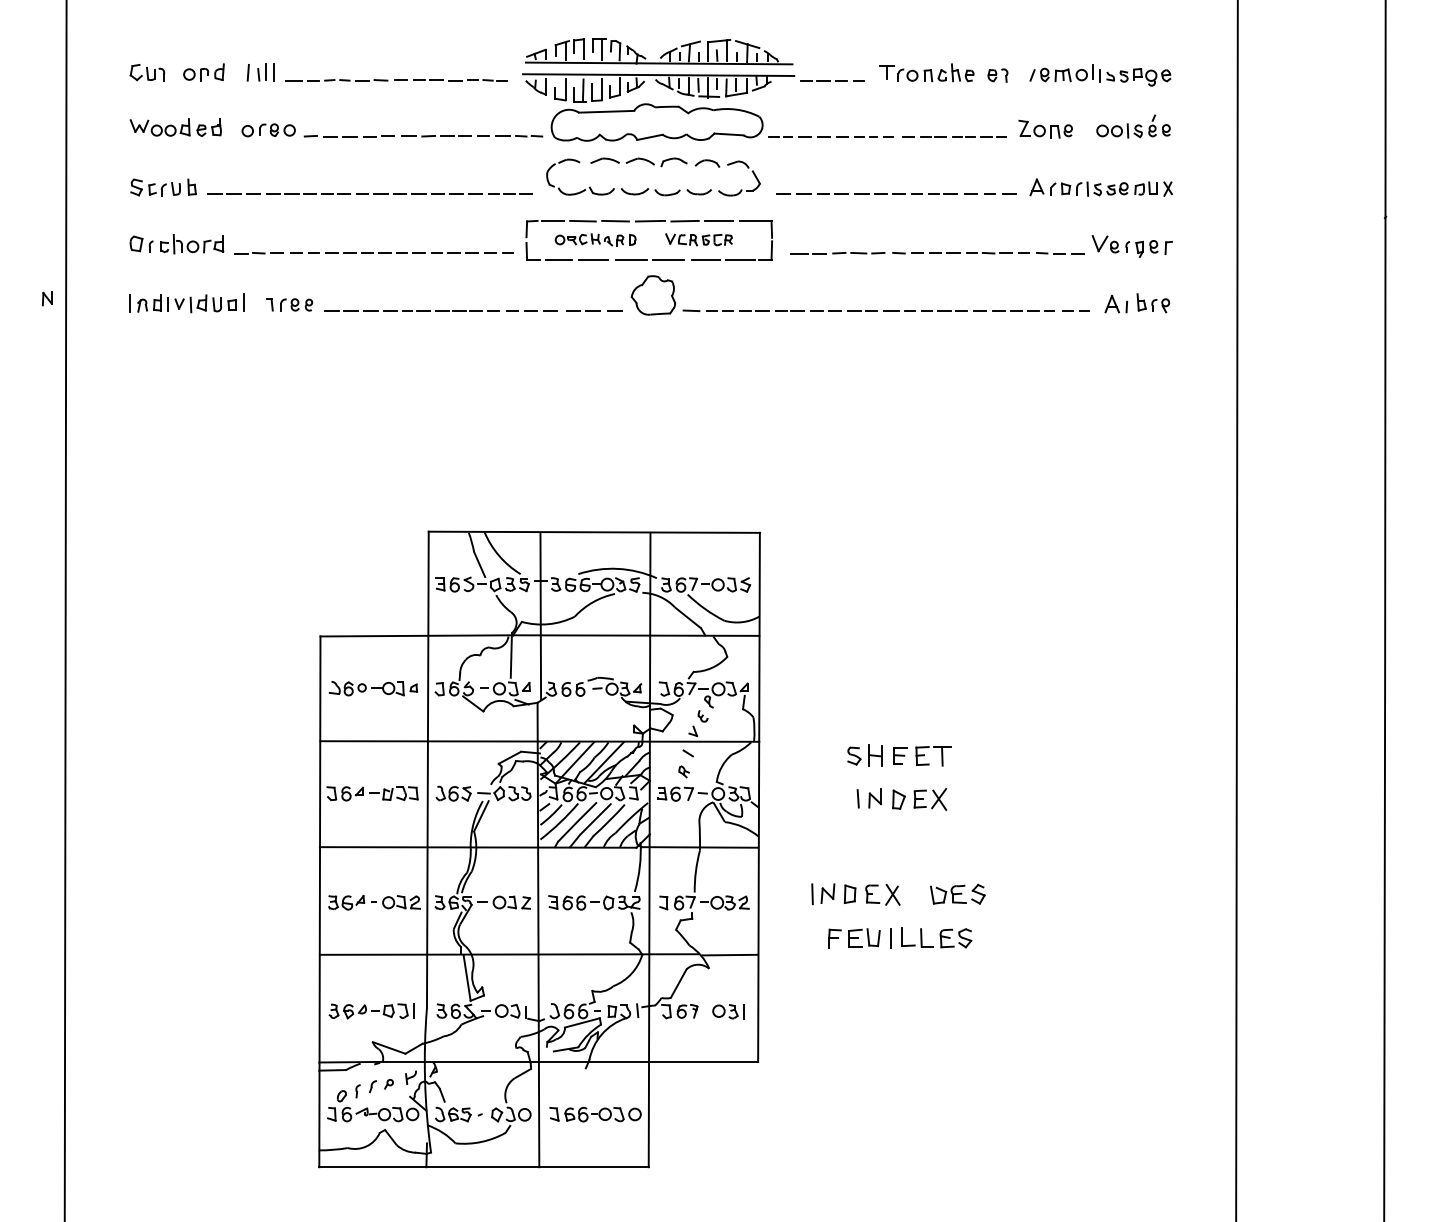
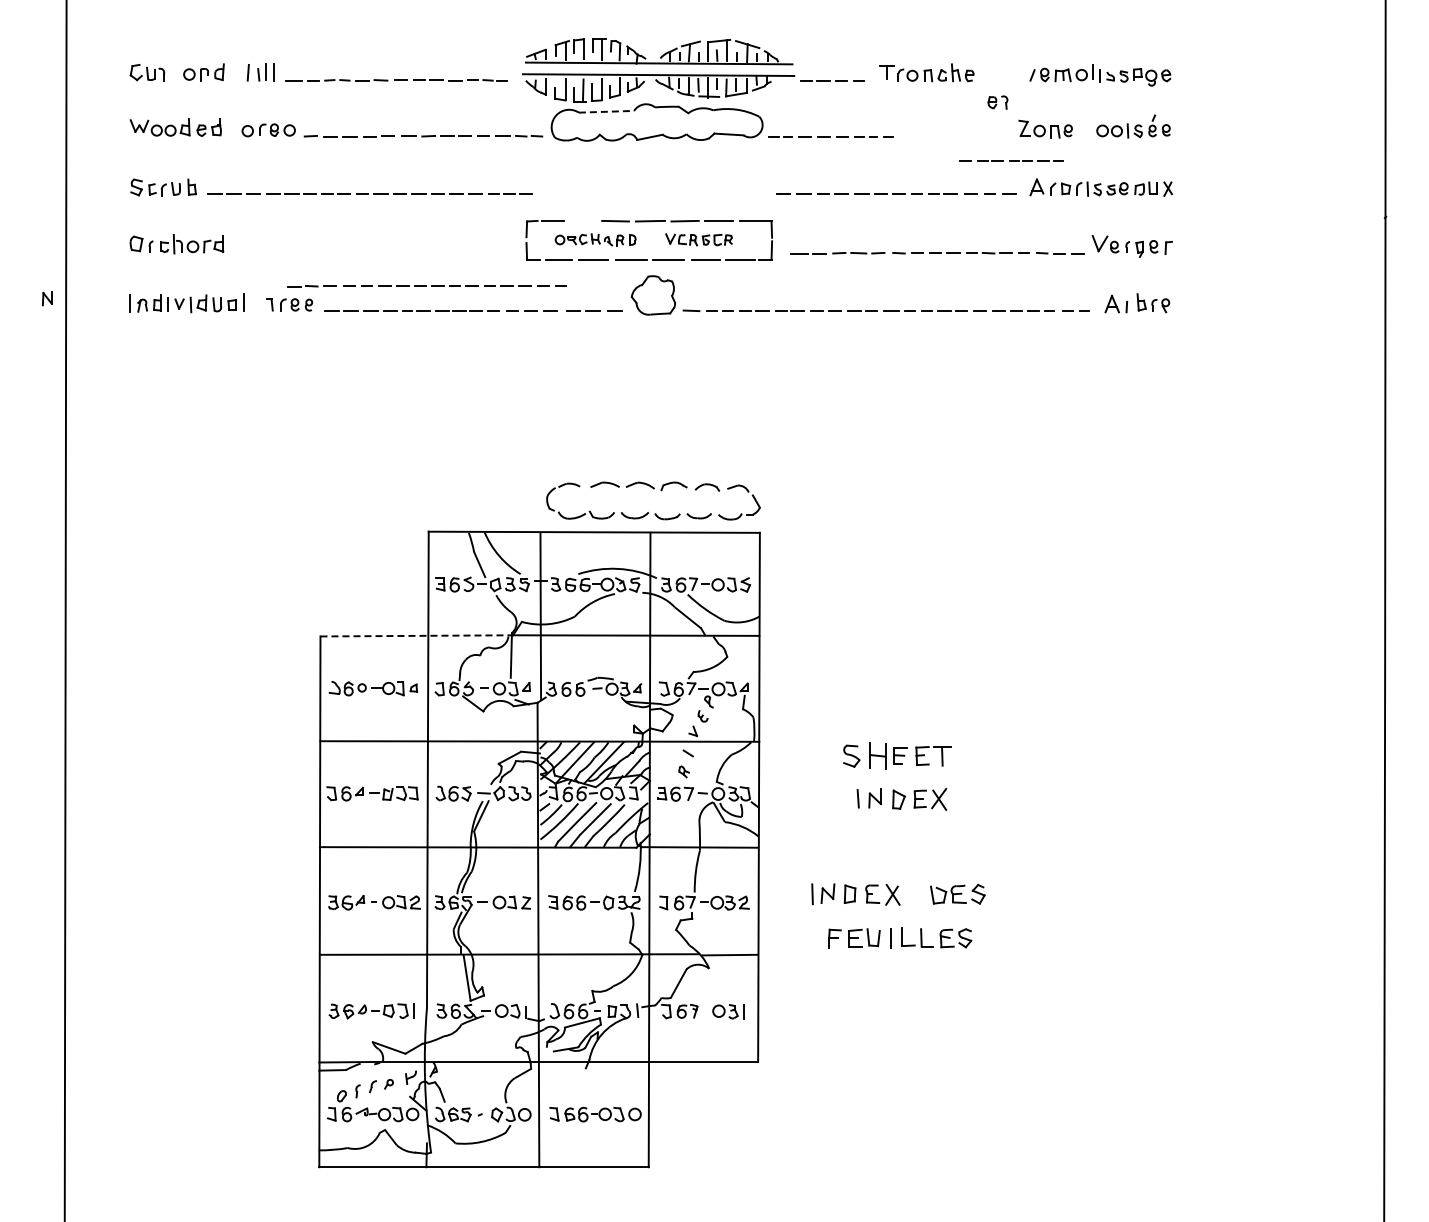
part at (997, 75) position: (997, 75) -> (997, 102)
line at (606, 111): solid -> dashed
line at (954, 136) position: (954, 136) -> (1011, 160)
part at (653, 165) position: (653, 165) -> (653, 489)
line at (582, 220): present -> none
part at (373, 253) position: (373, 253) -> (426, 286)
line at (1236, 610): present -> none
line at (417, 635): solid -> dashed
part at (864, 755) size: 36x23 px -> 44x28 px
